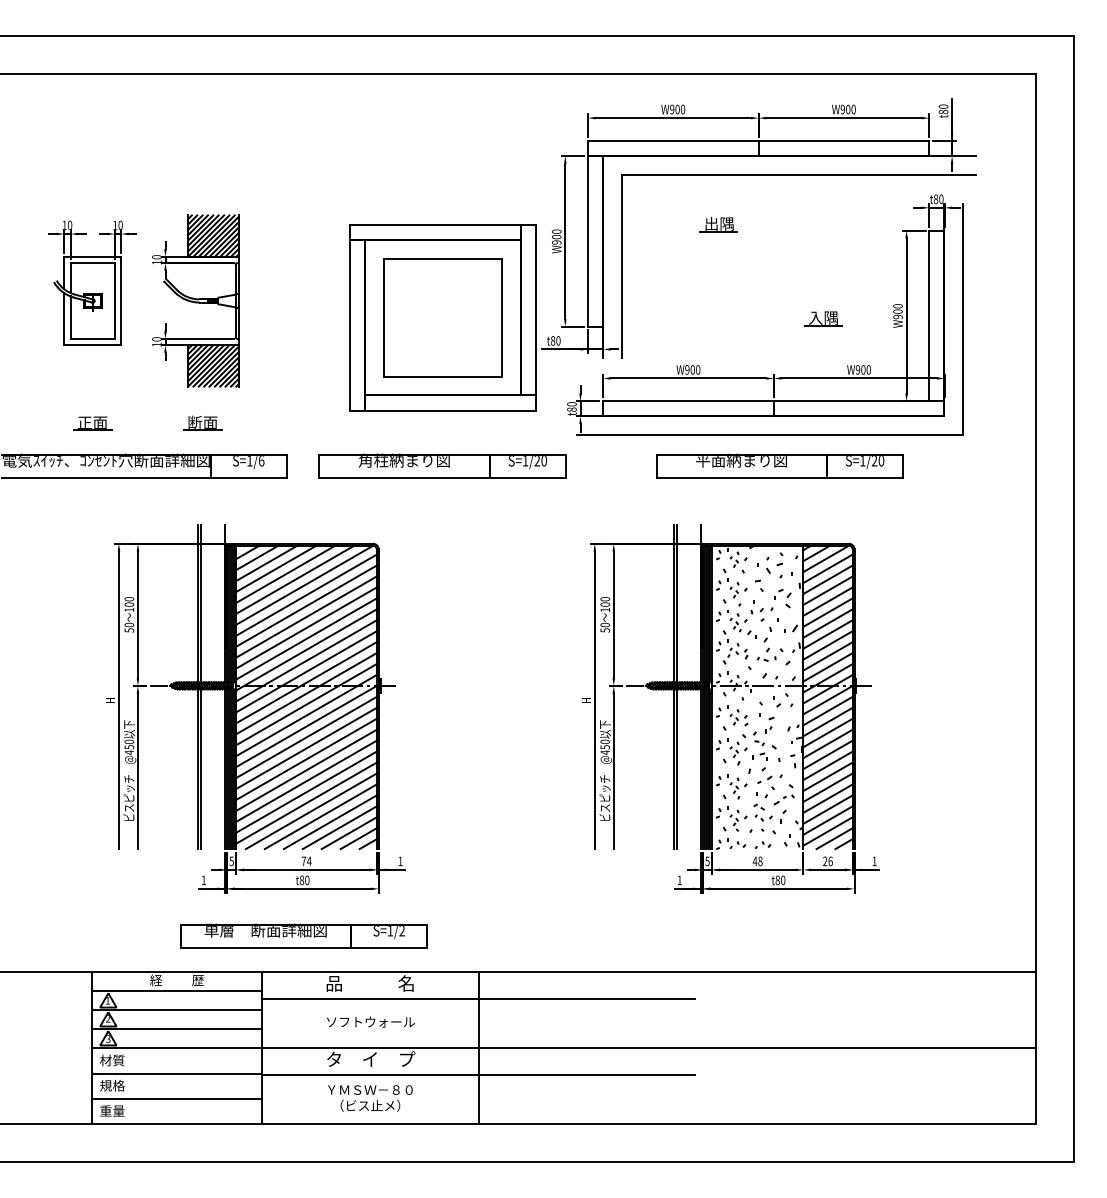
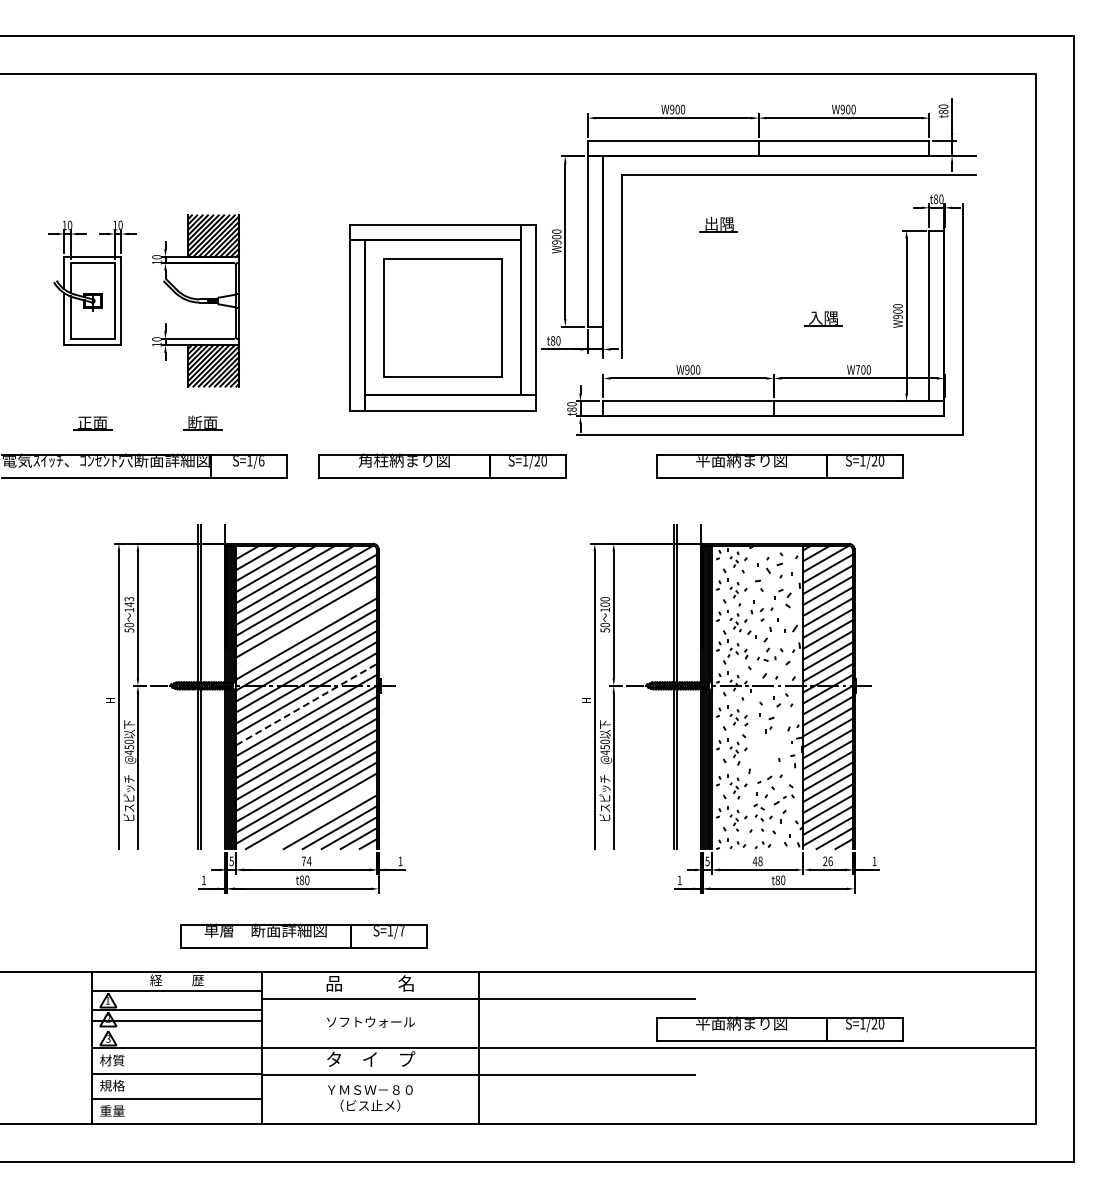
text at (857, 369): W900 -> W700
text at (129, 601): 100 -> 143
line at (306, 627): present -> none
line at (306, 704): solid -> dashed
part at (764, 751): present -> none
line at (320, 816): present -> none
text at (401, 931): S=1/2 -> S=1/7
part at (779, 1028): none -> present
line at (176, 1029) position: (176, 1029) -> (176, 1021)
